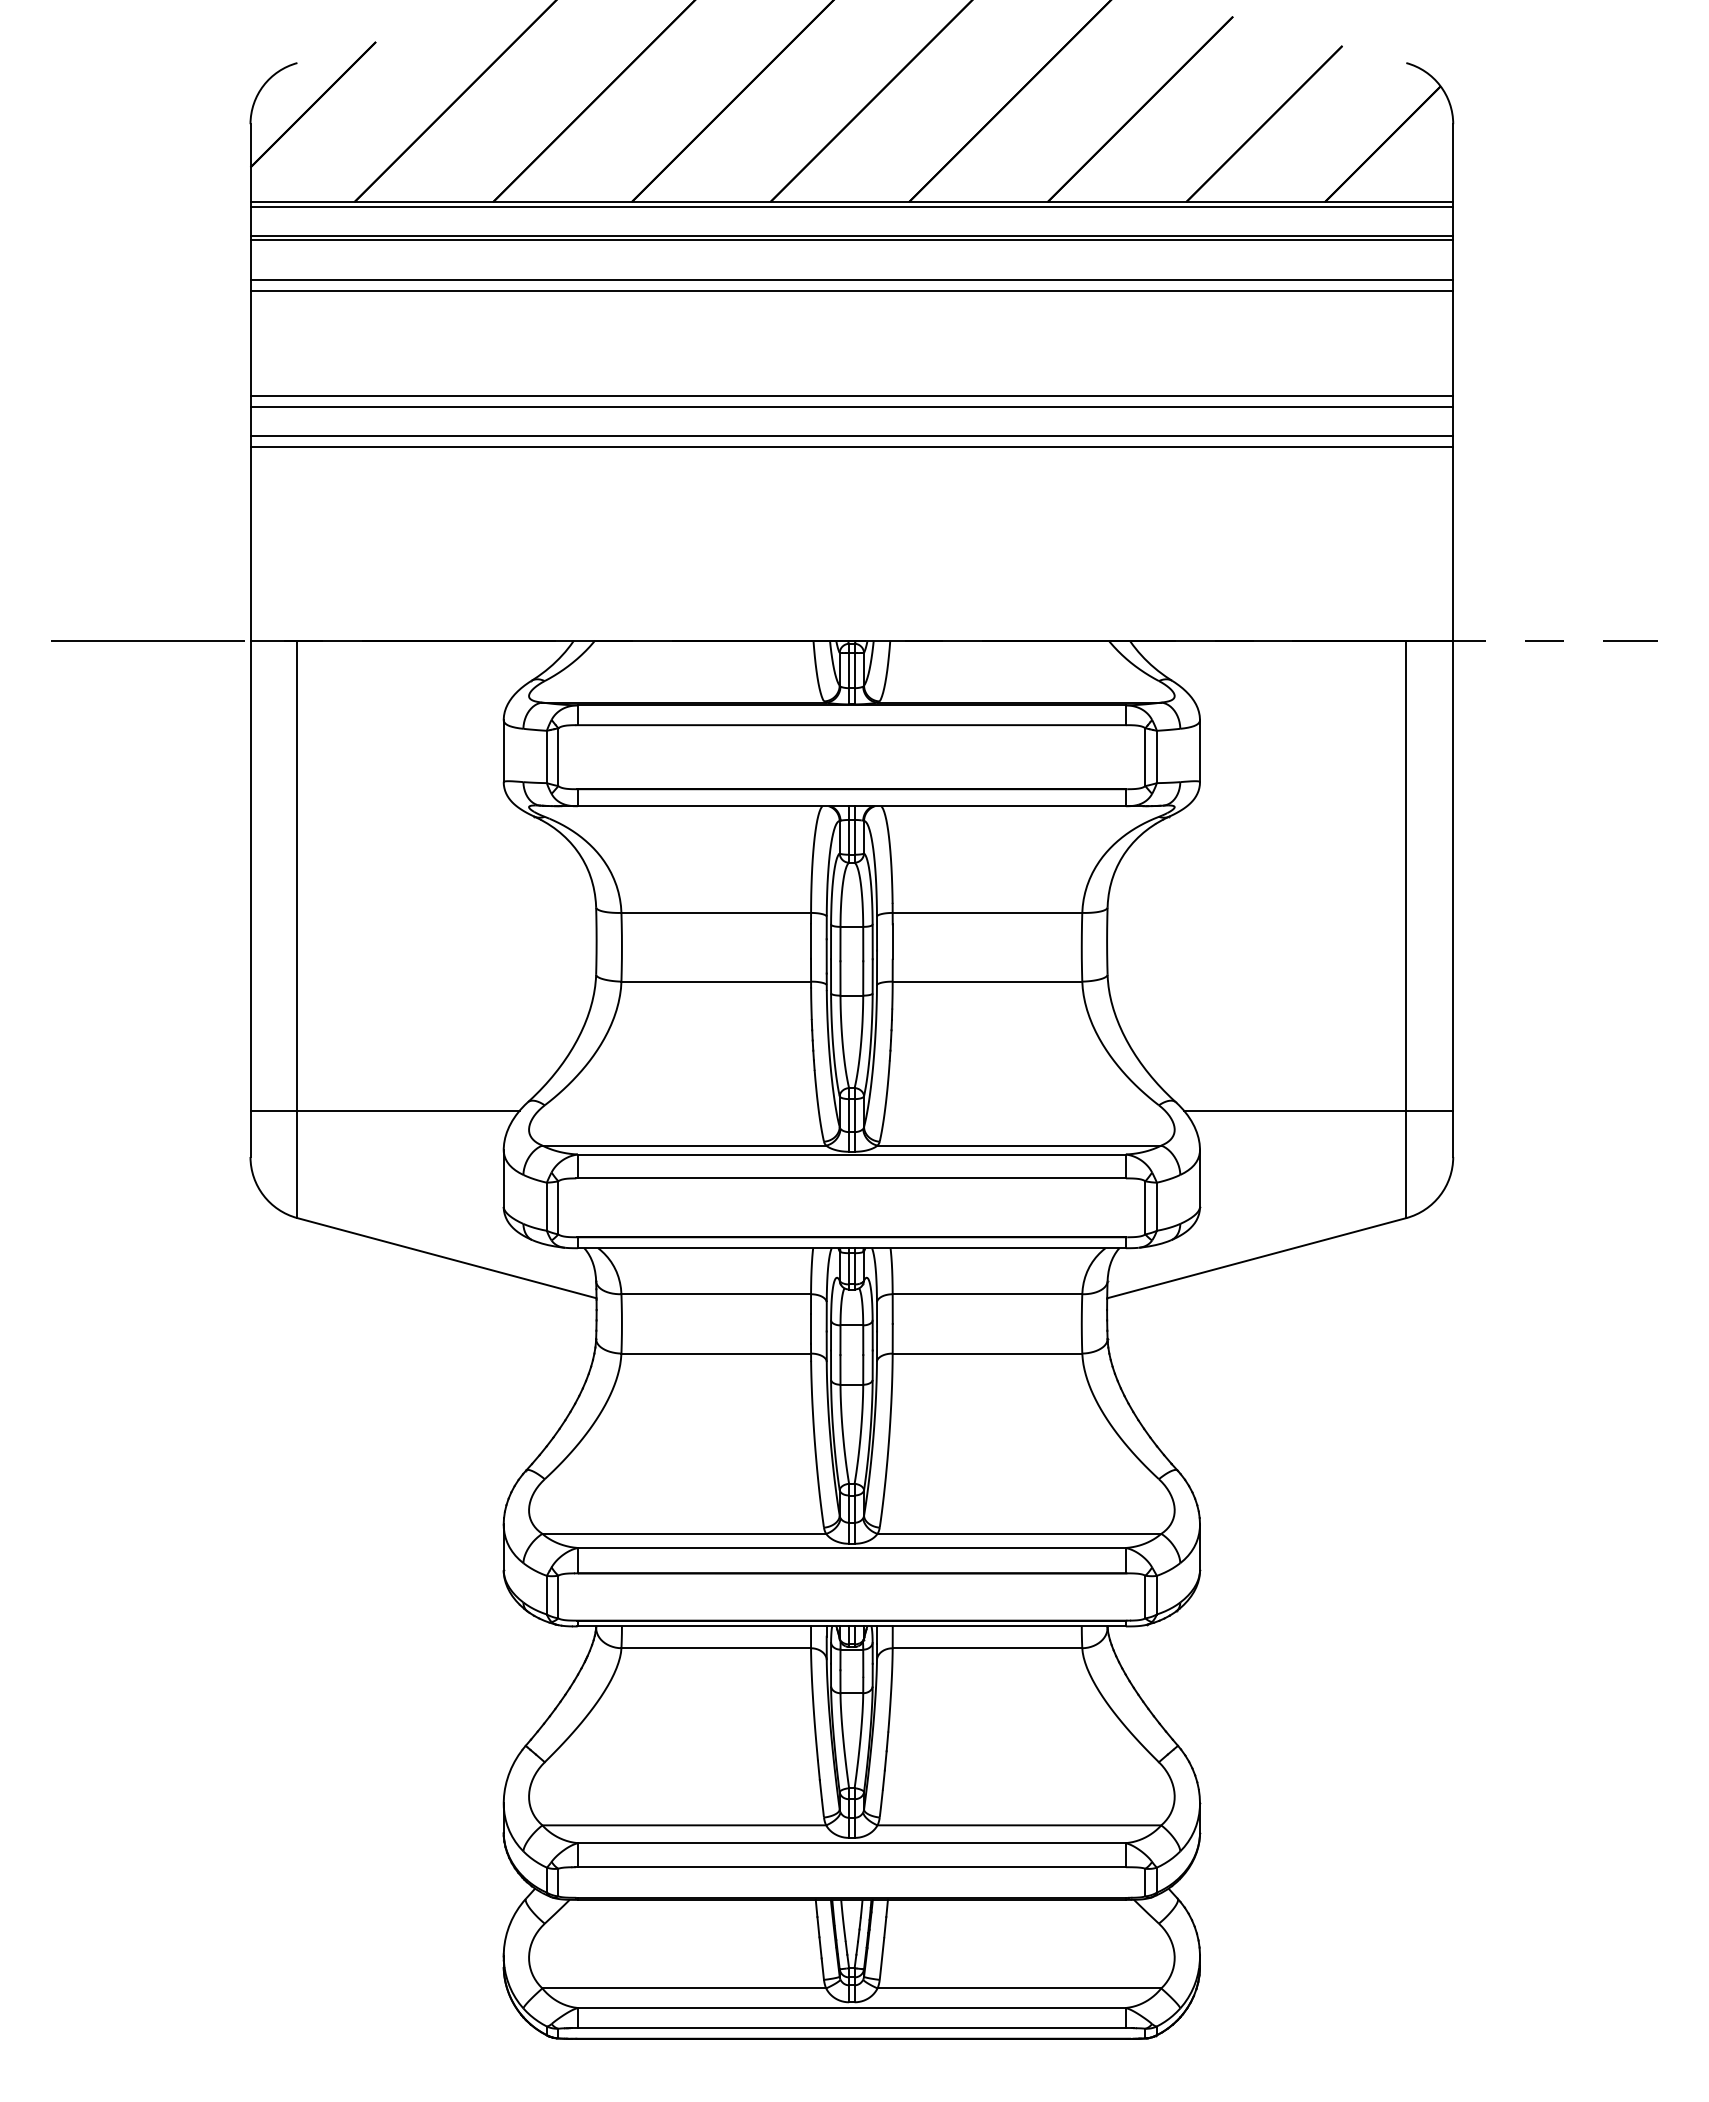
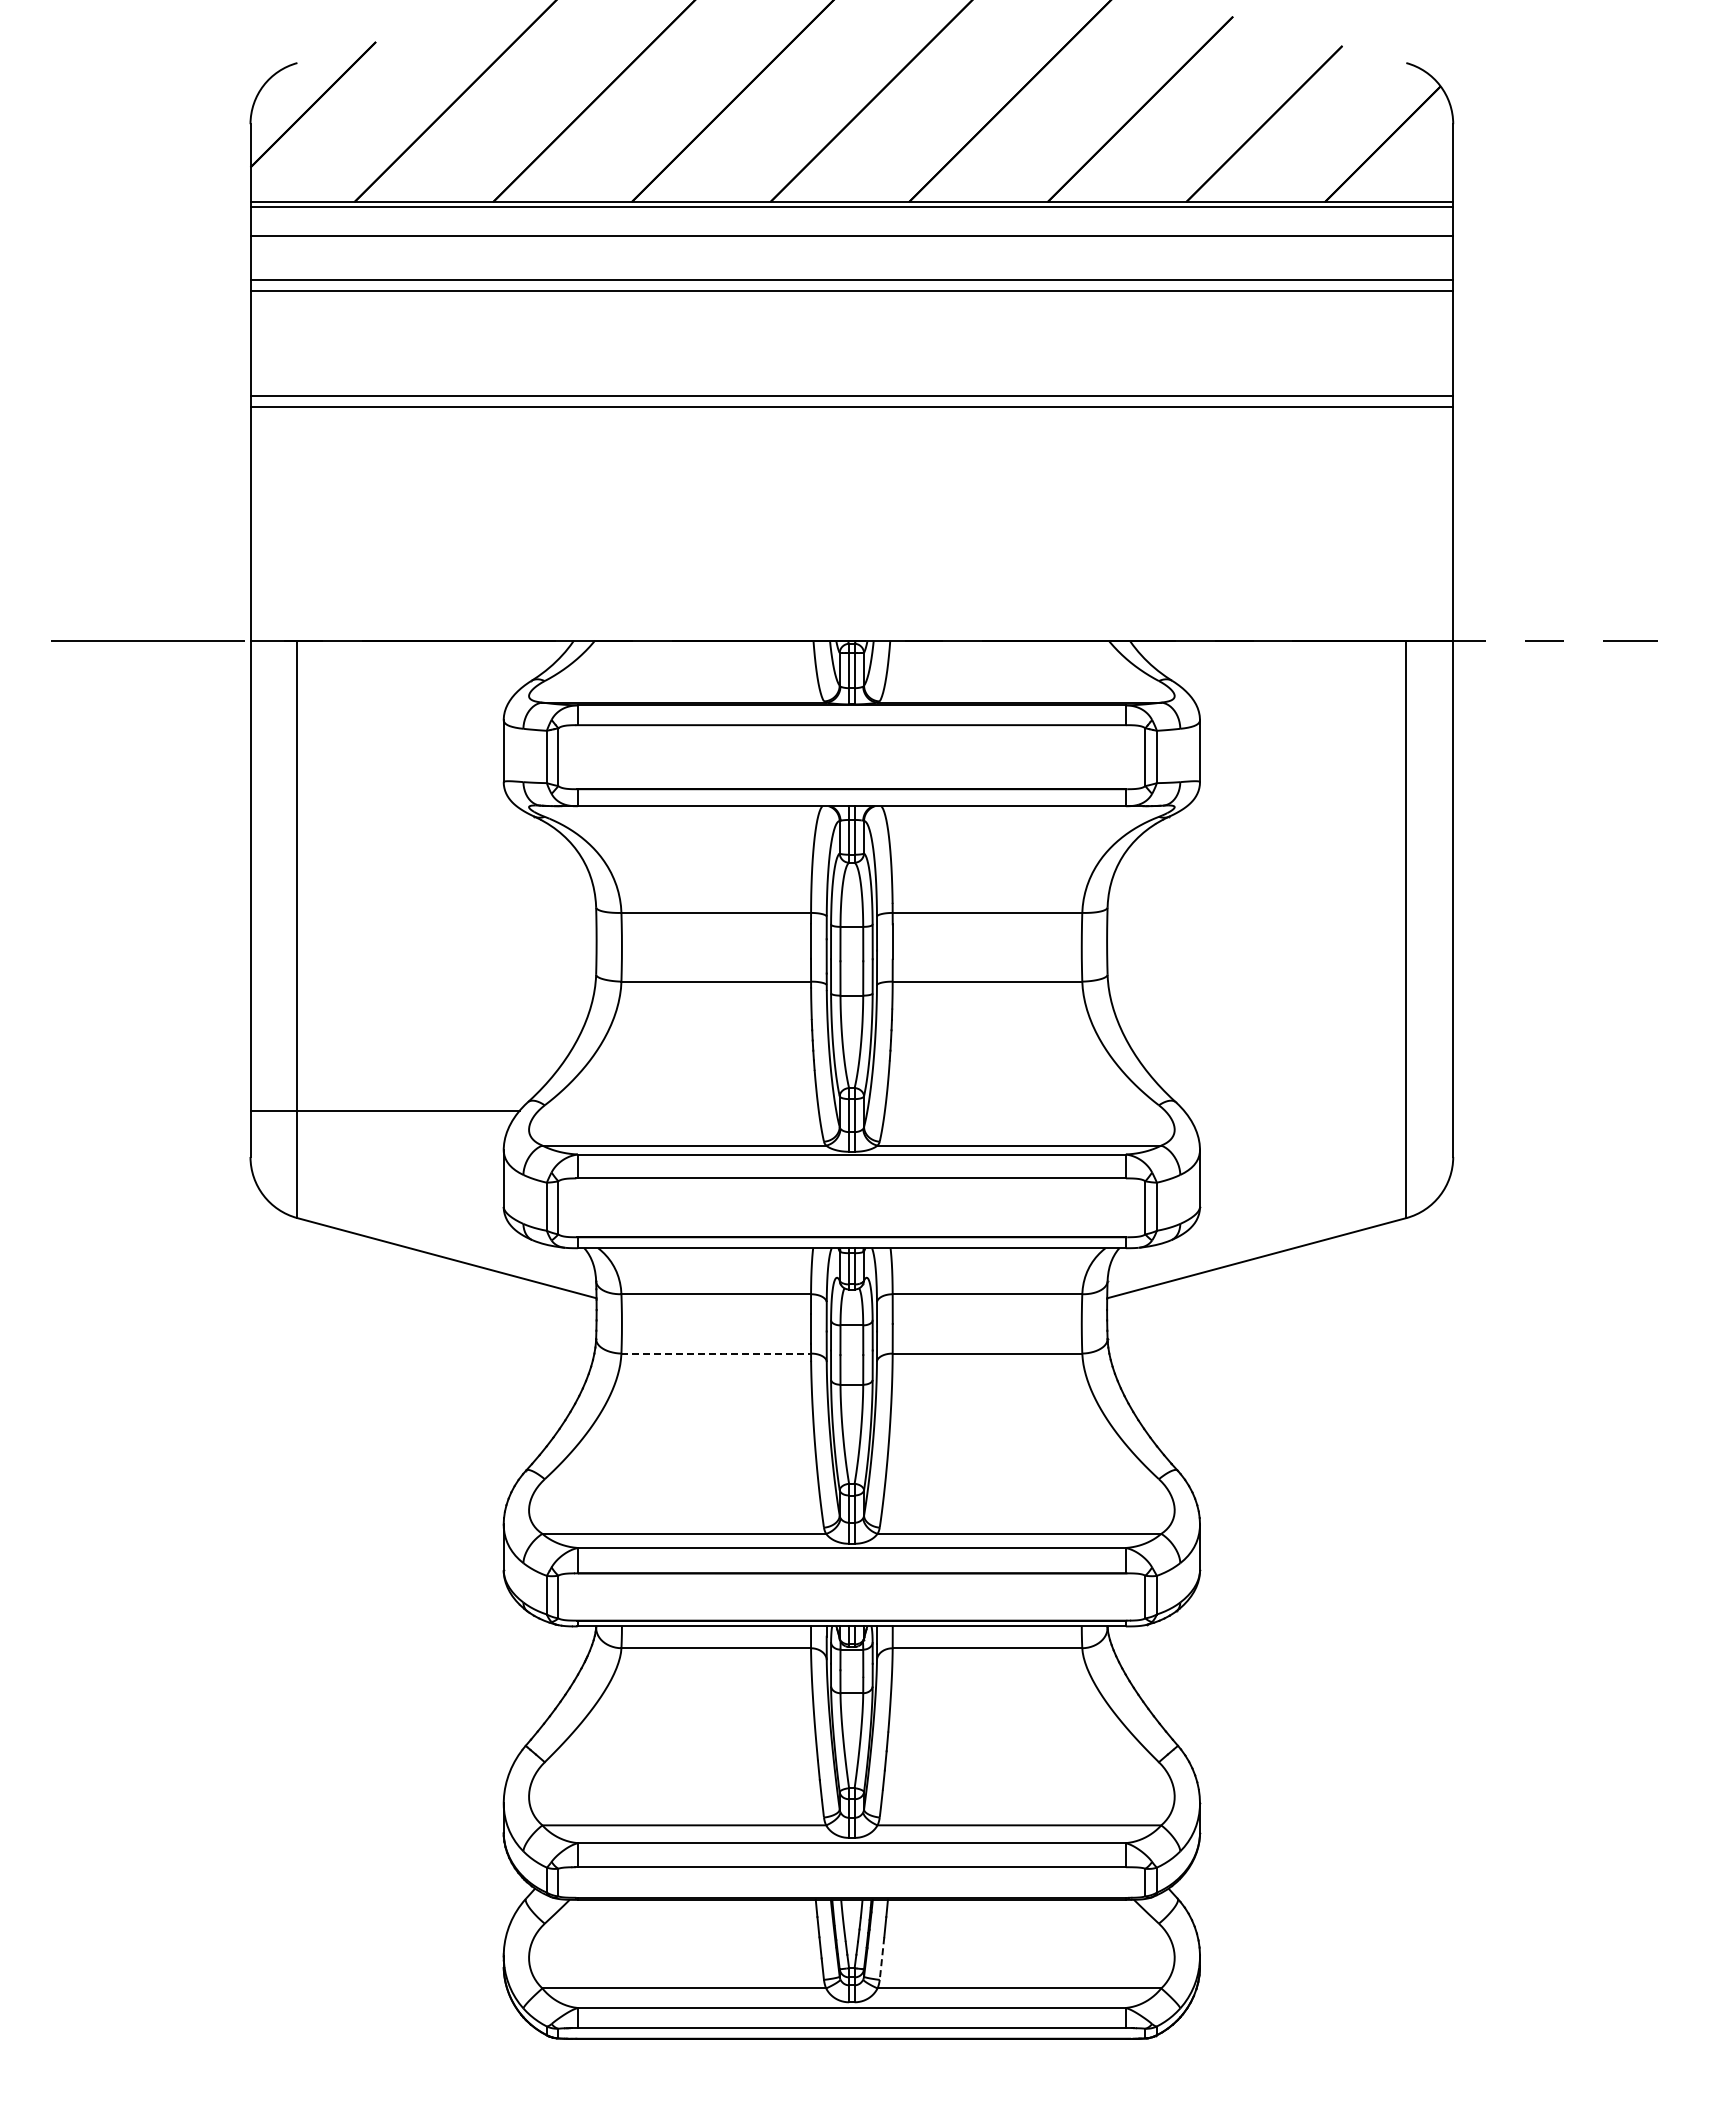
line at (851, 240): present -> none
line at (851, 435): present -> none
line at (851, 446): present -> none
line at (1318, 1110): present -> none
line at (716, 1353): solid -> dashed
line at (881, 1959): solid -> dashed
